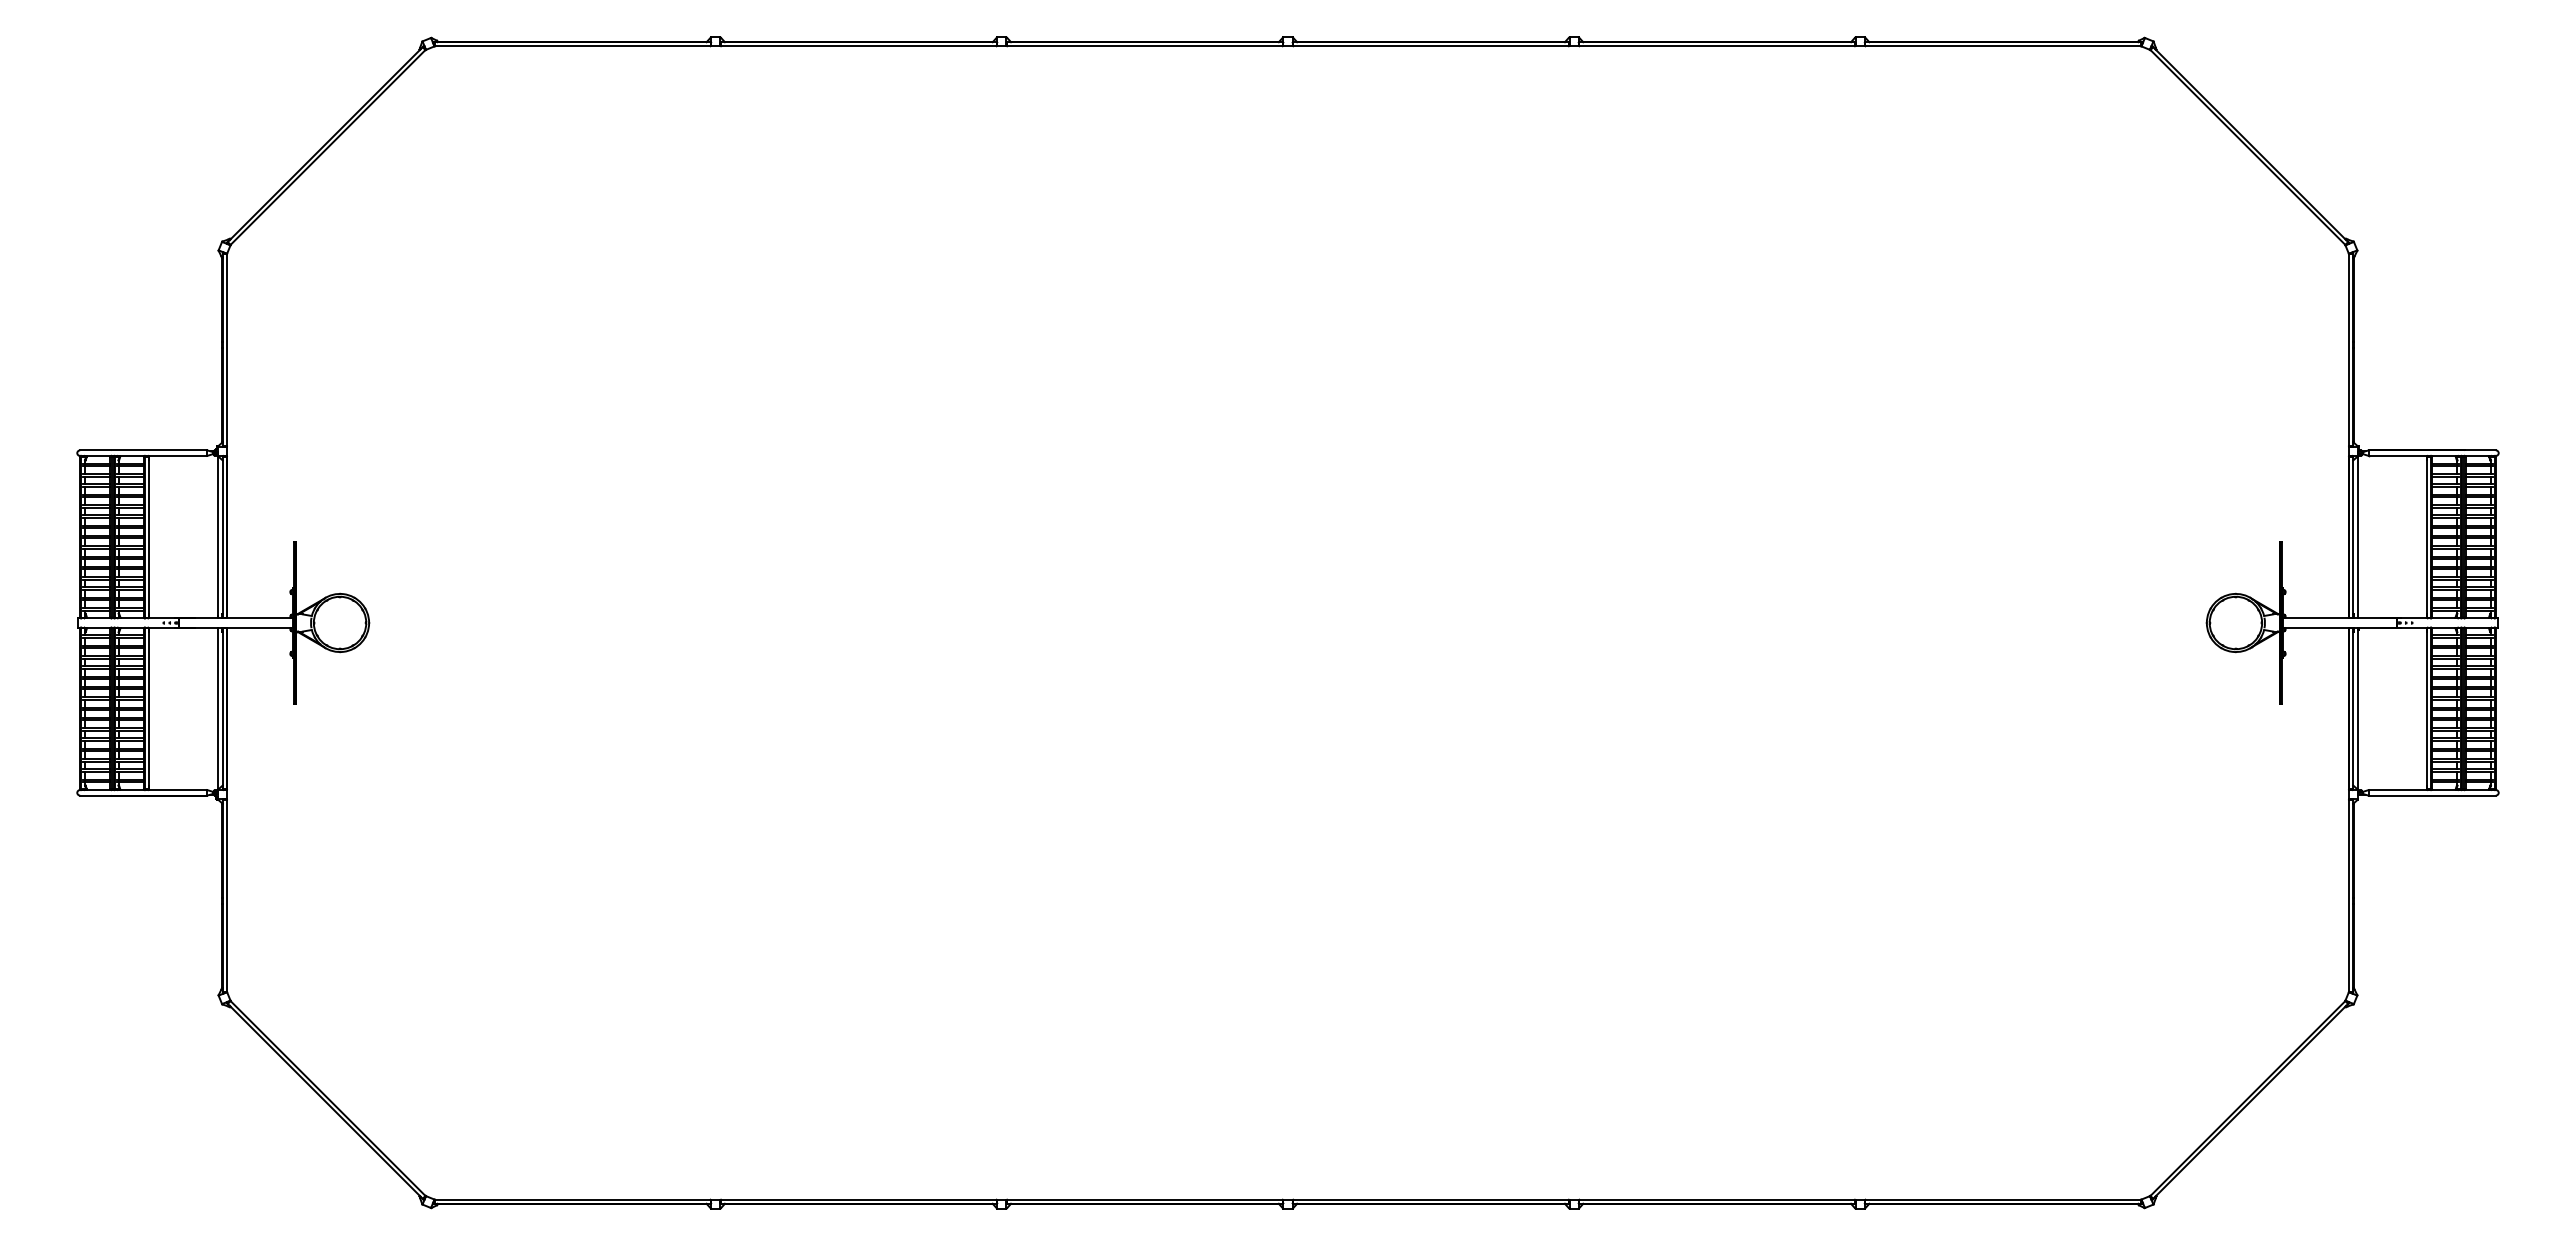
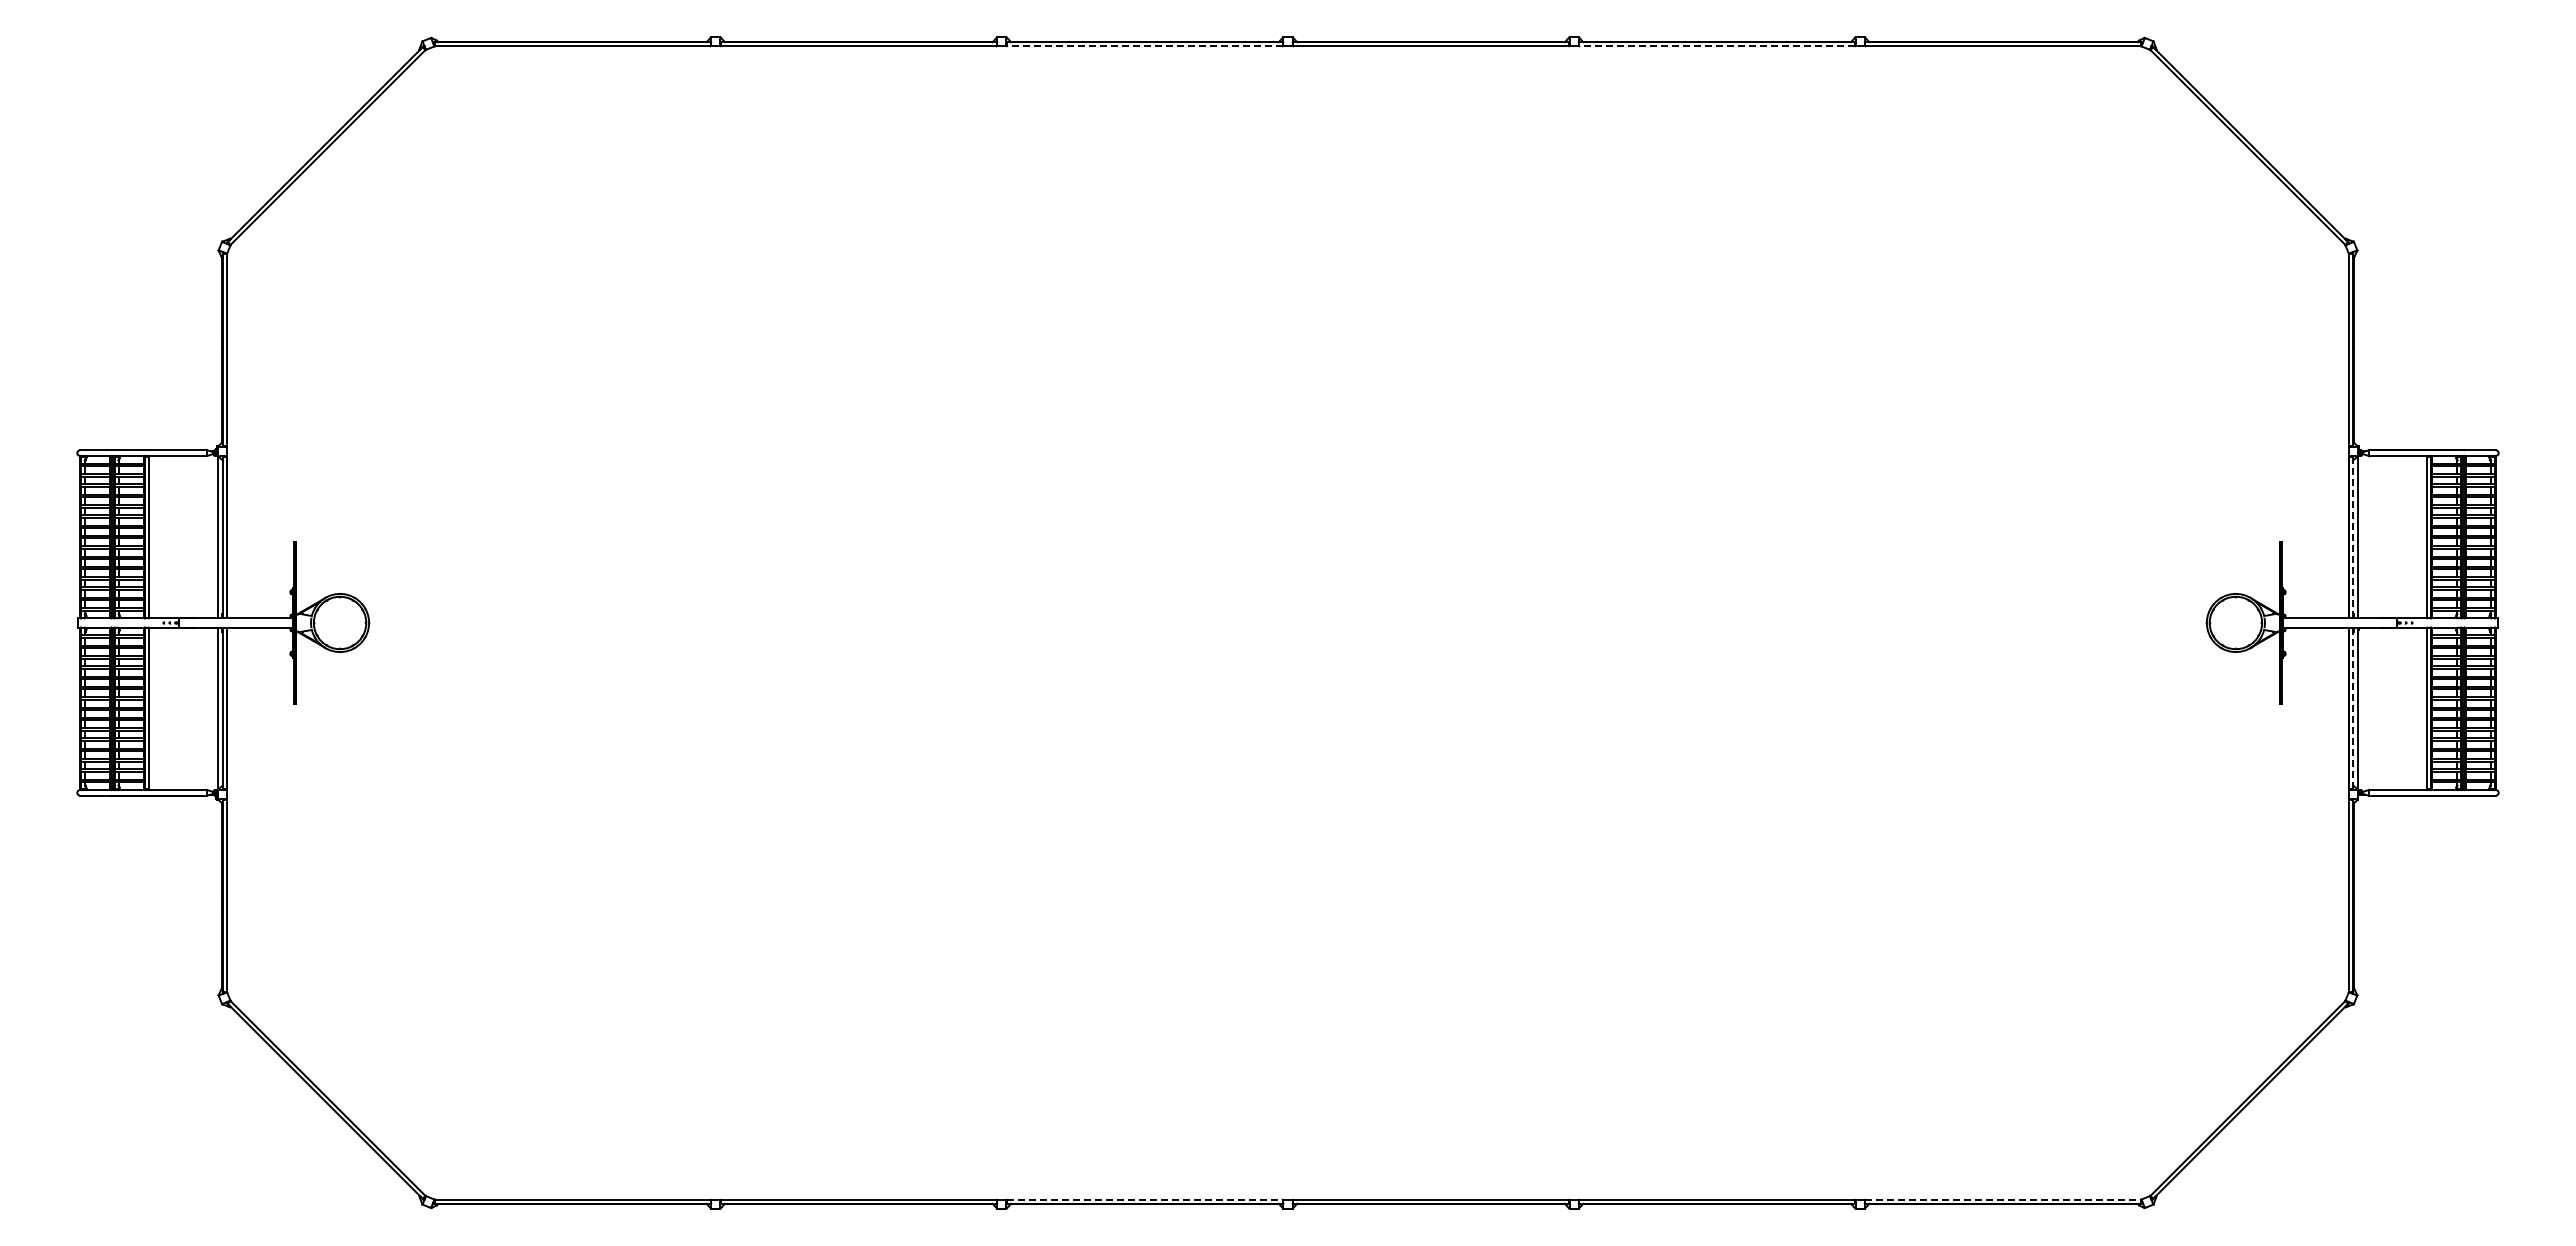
line at (1144, 46): solid -> dashed
line at (1717, 46): solid -> dashed
line at (2353, 537): solid -> dashed
line at (2353, 708): solid -> dashed
line at (1144, 1199): solid -> dashed
line at (2003, 1199): solid -> dashed
